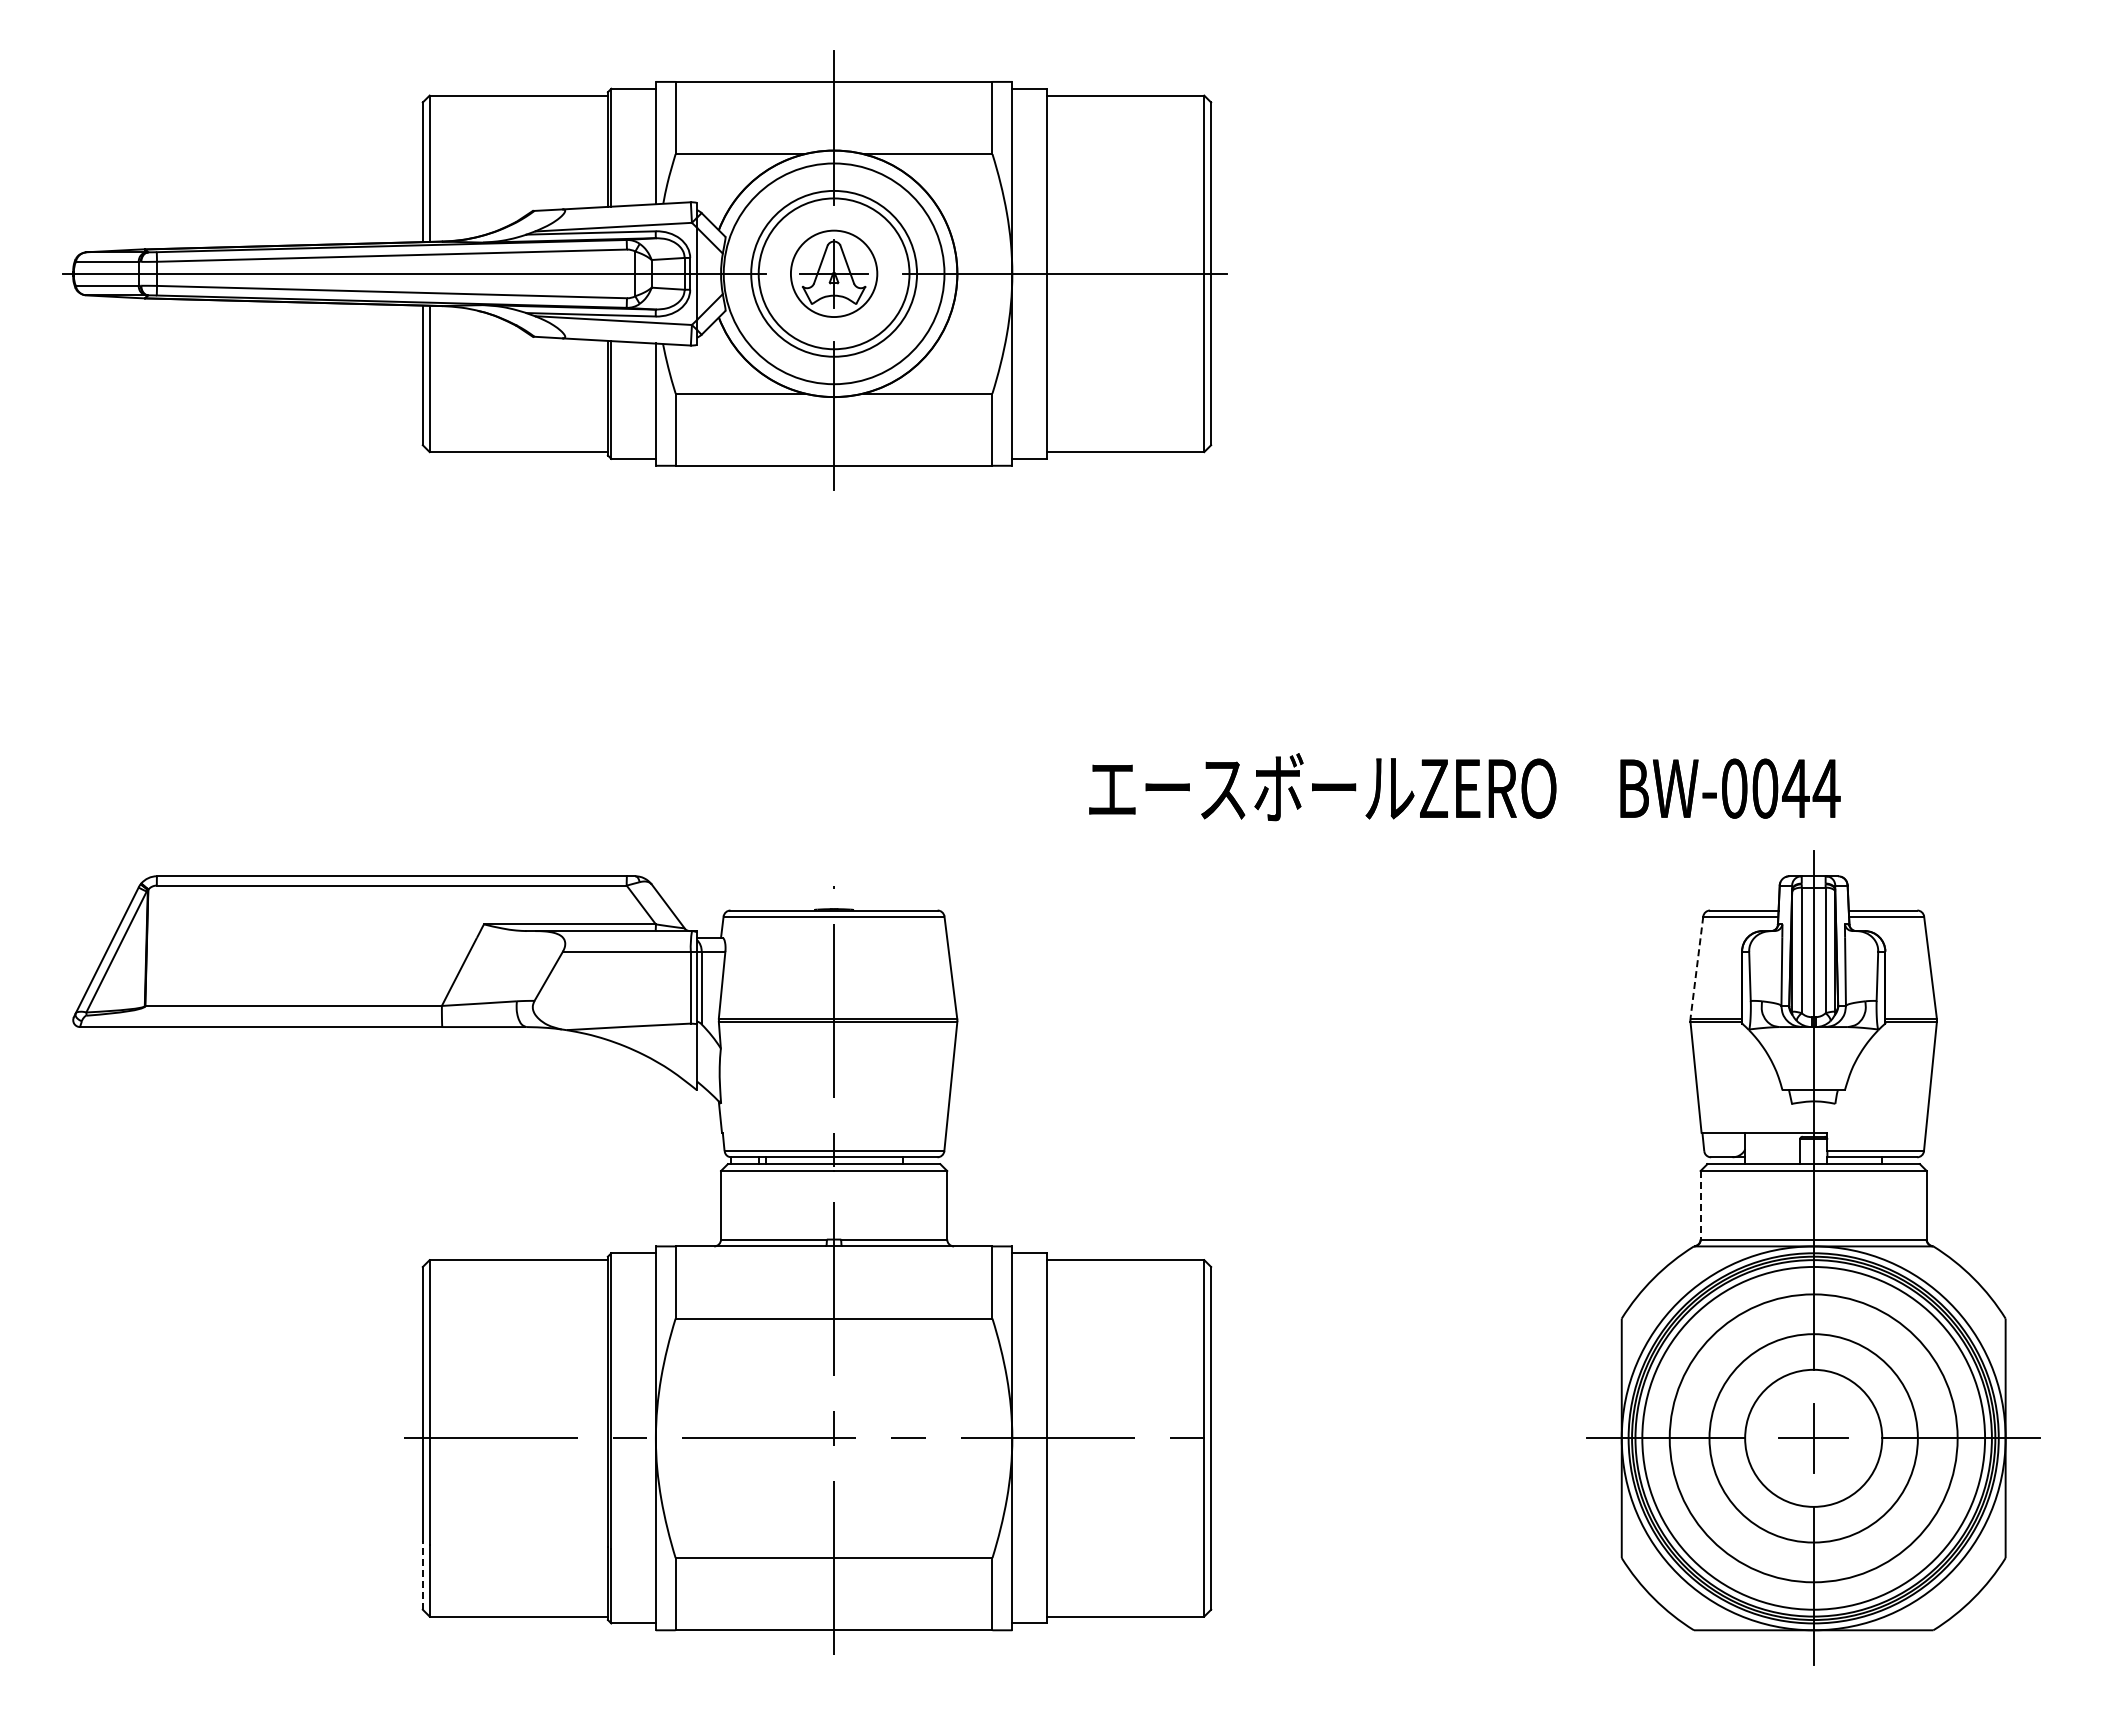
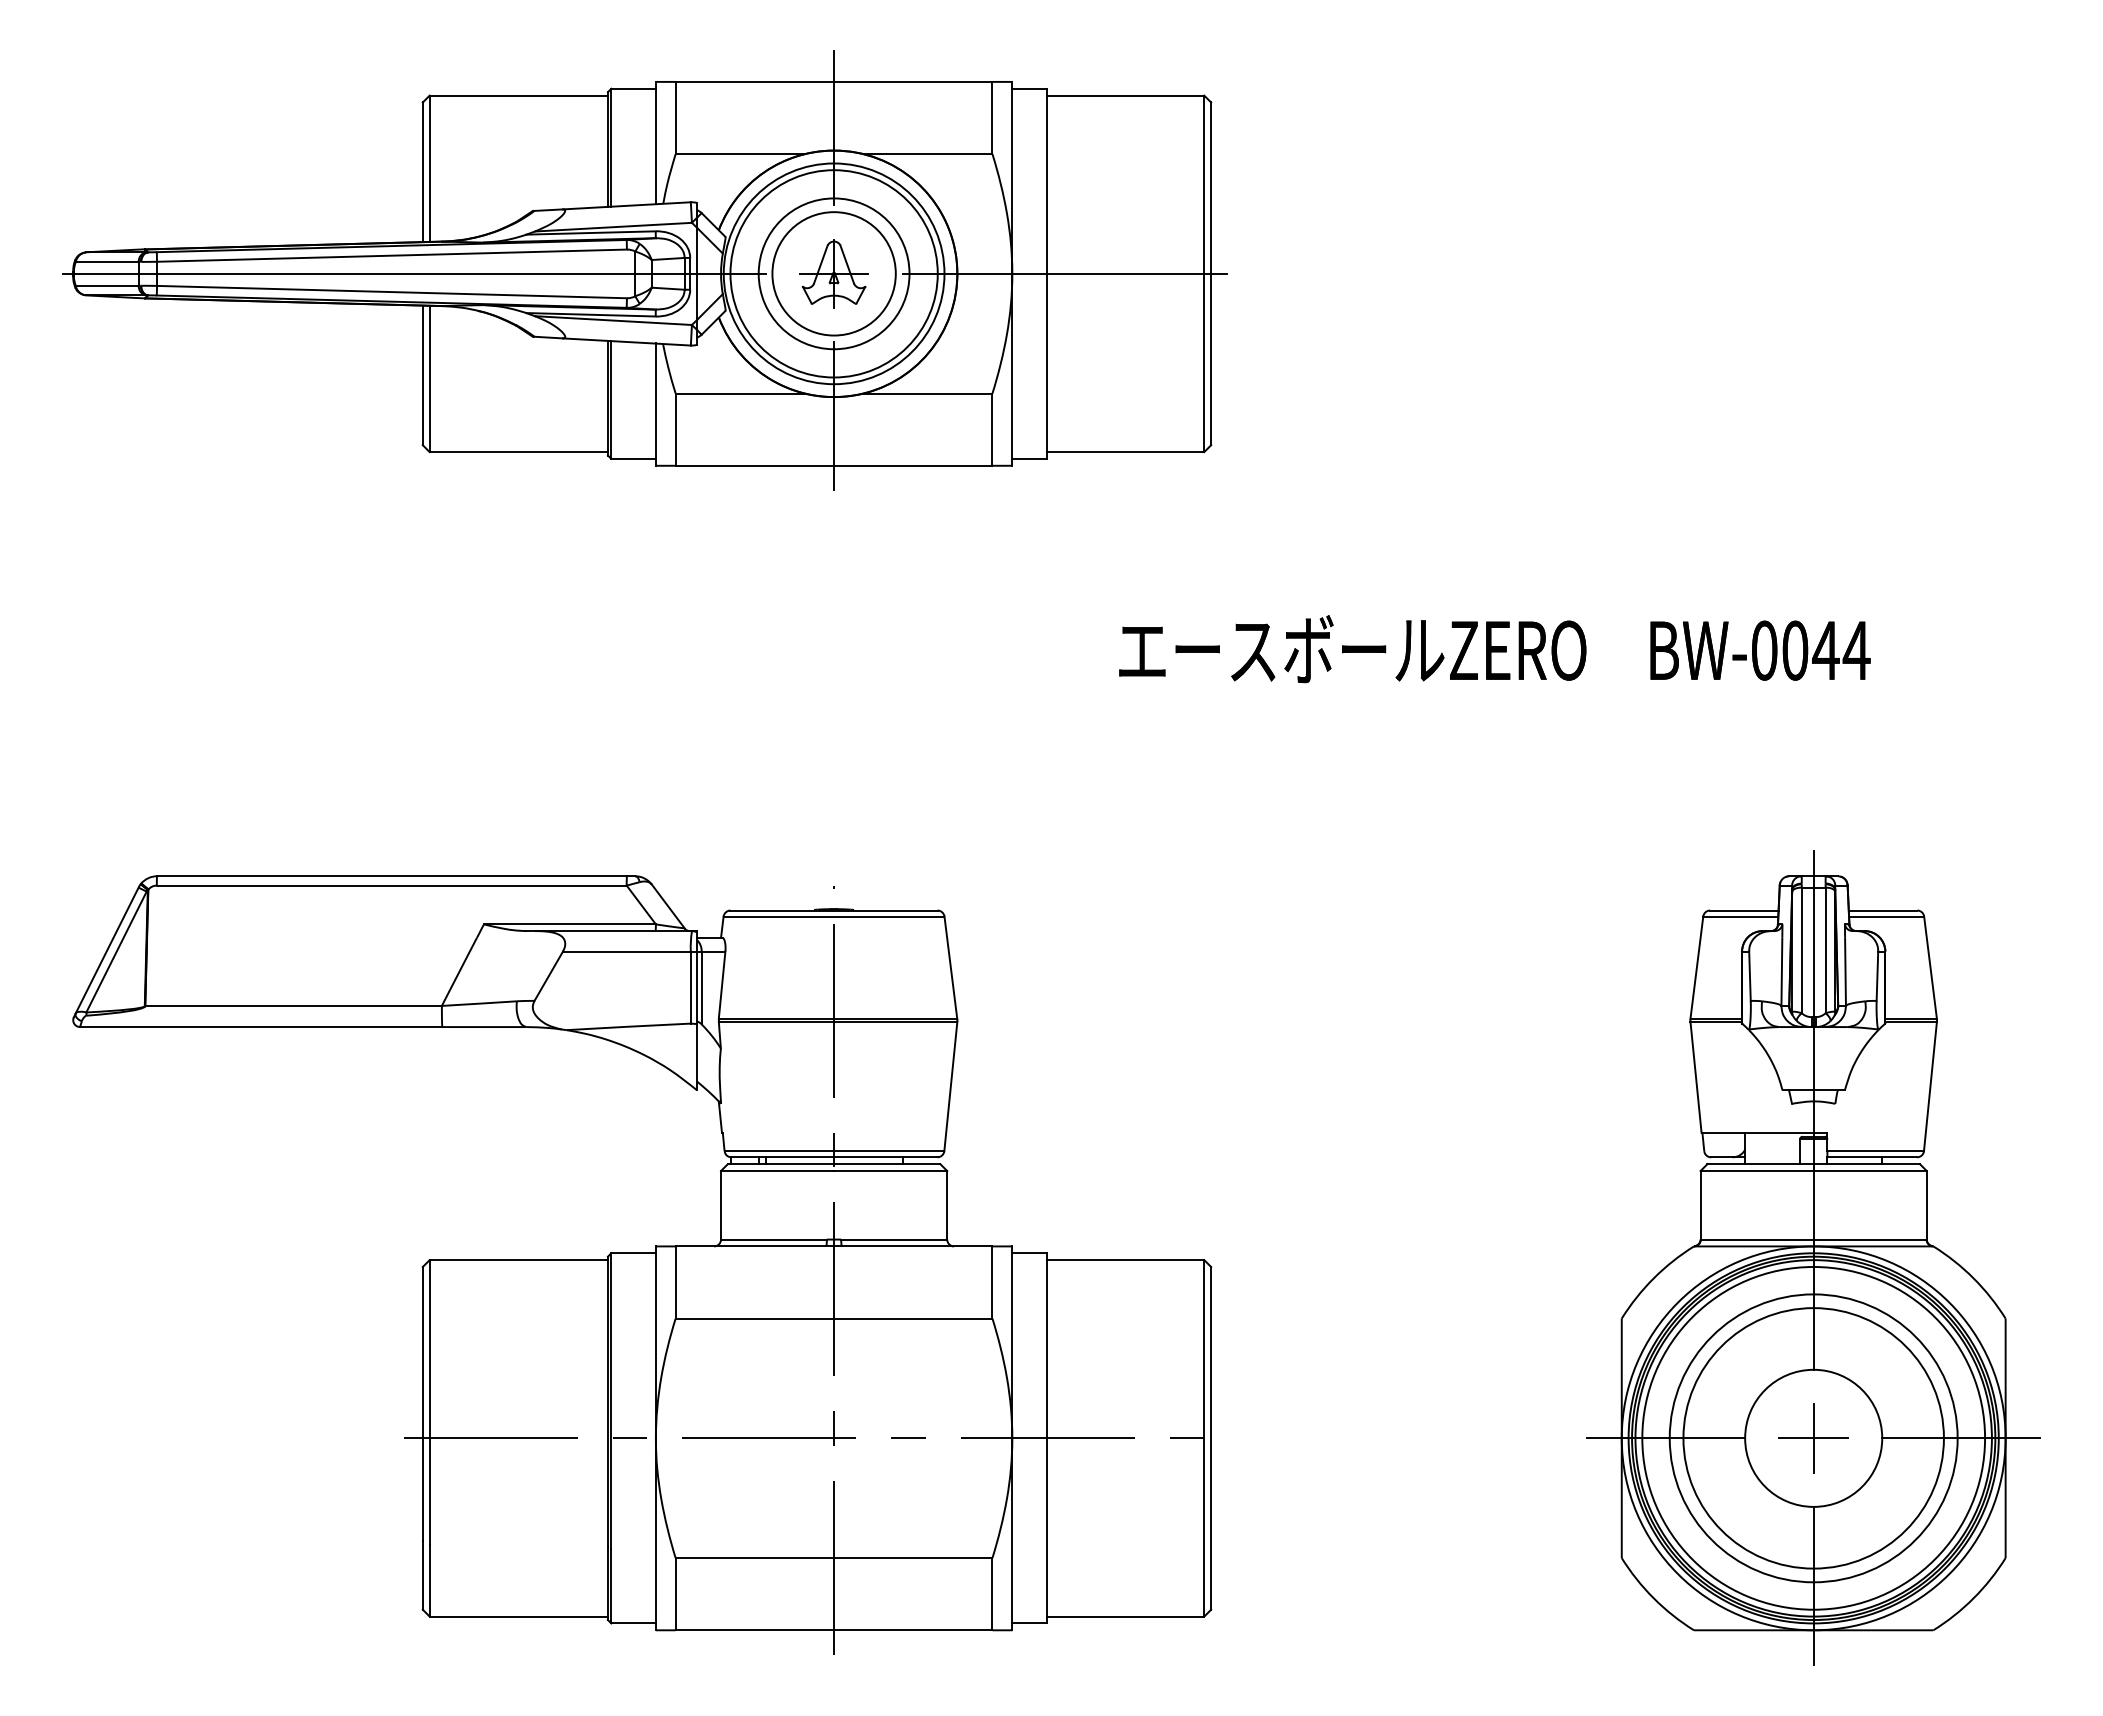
circle at (833, 273) diameter: 86 px -> 123 px
circle at (834, 273) diameter: 166 px -> 207 px
text at (1464, 787) position: (1464, 787) -> (1494, 649)
line at (1696, 968): dashed -> solid
line at (1700, 1205): dashed -> solid
circle at (1813, 1438) diameter: 208 px -> 260 px
line at (422, 1575): dashed -> solid
